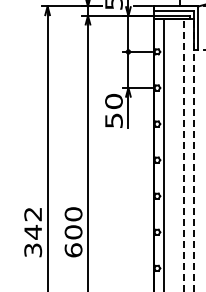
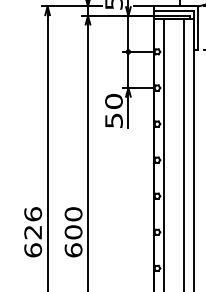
line at (184, 154): dashed -> solid
line at (194, 154): dashed -> solid
text at (33, 232): 342 -> 626
